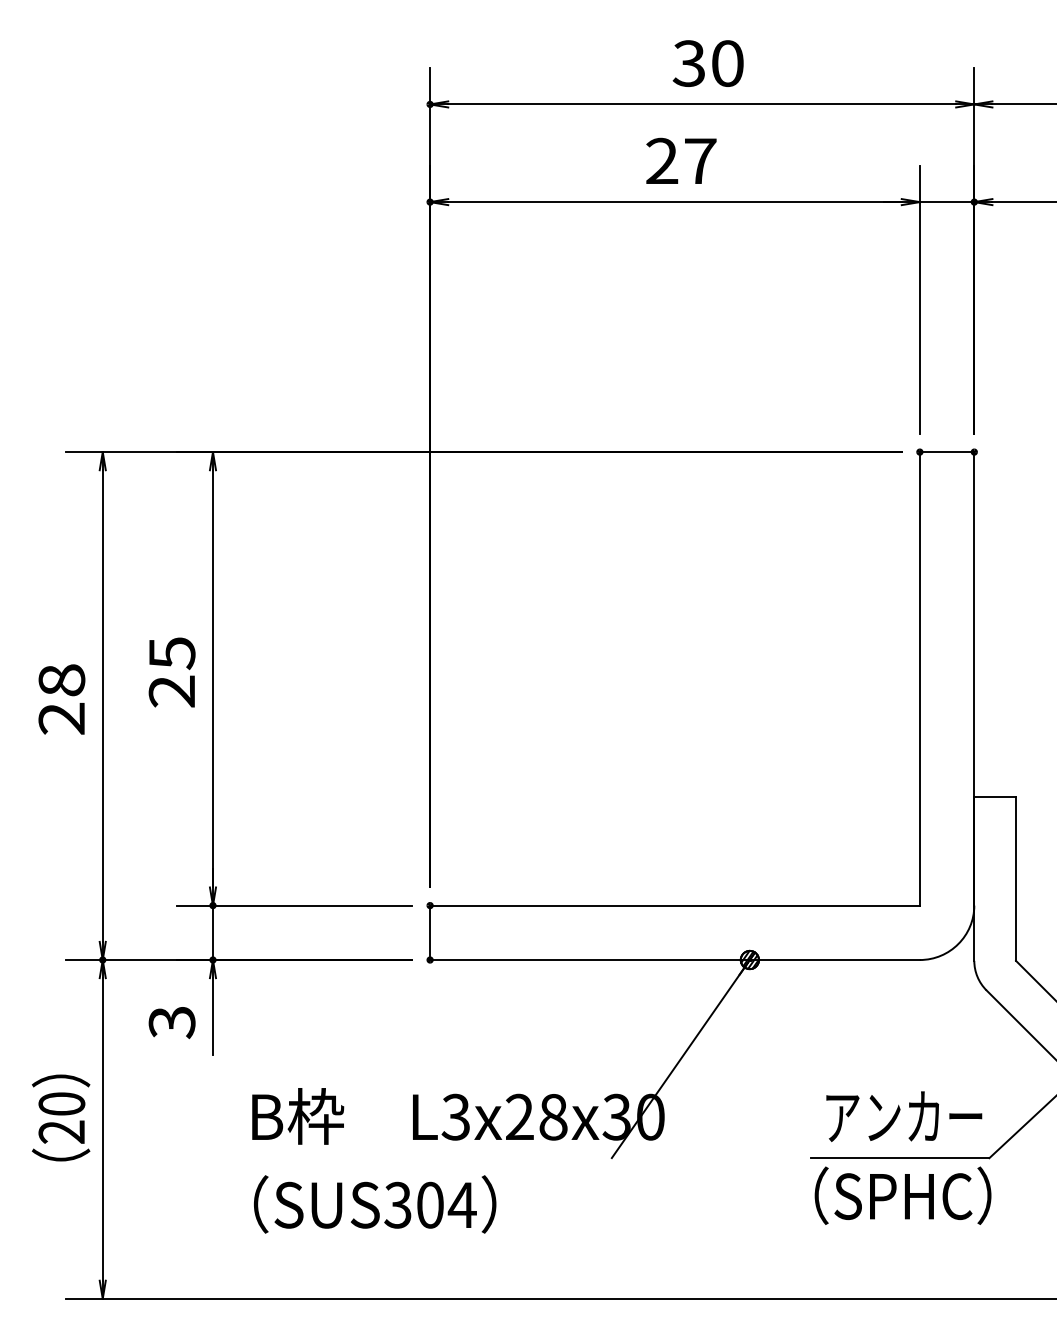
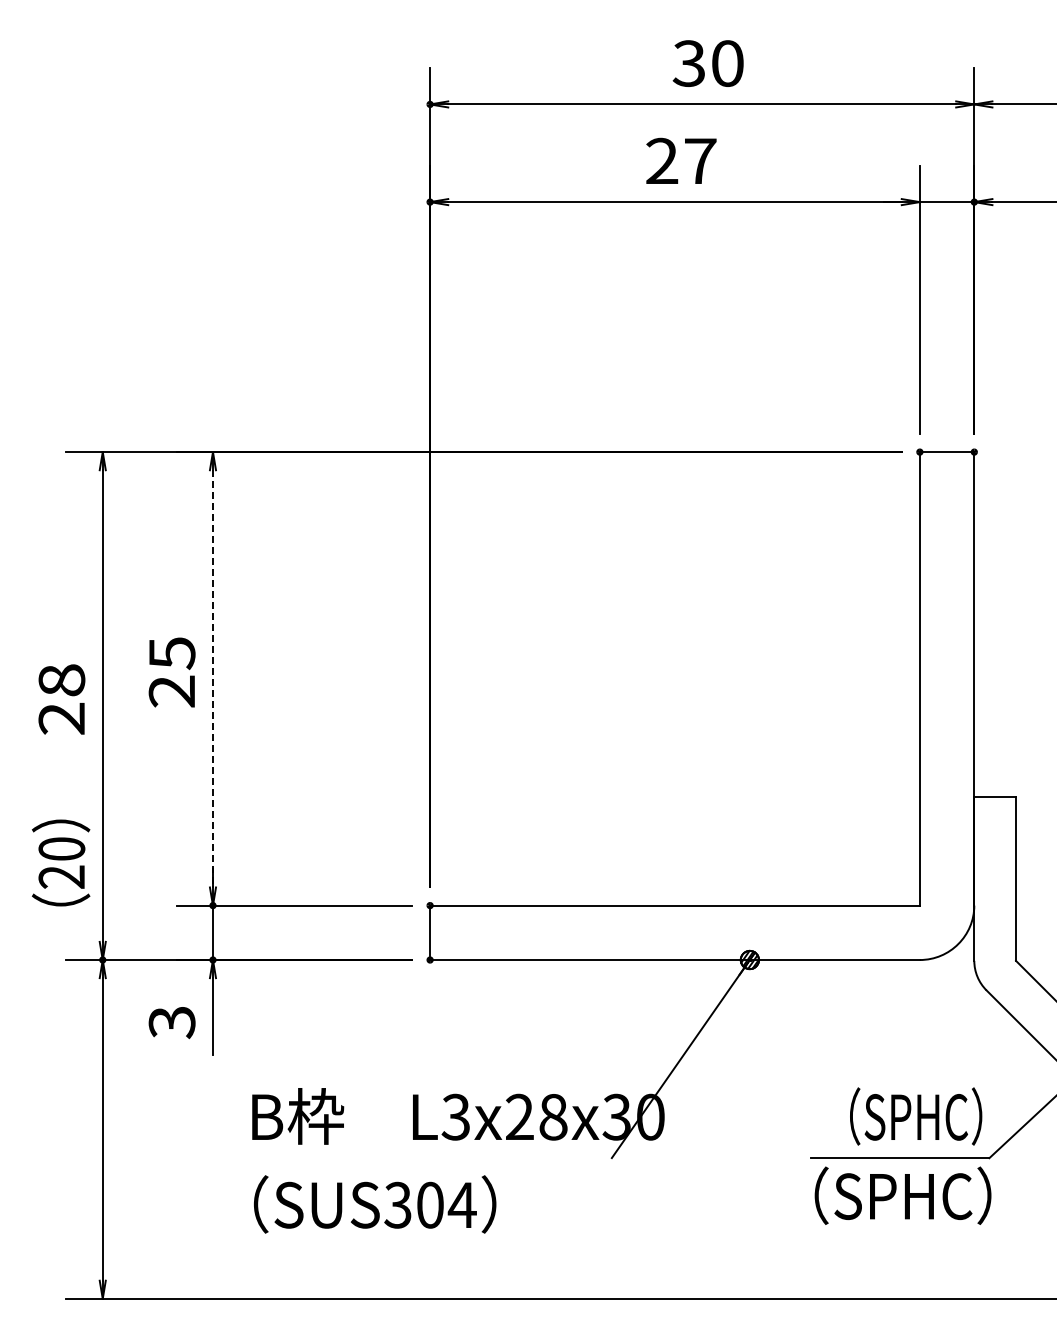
line at (212, 678): solid -> dashed
text at (904, 1116): アンカー -> （SPHC）
text at (61, 1117) position: (61, 1117) -> (61, 862)
